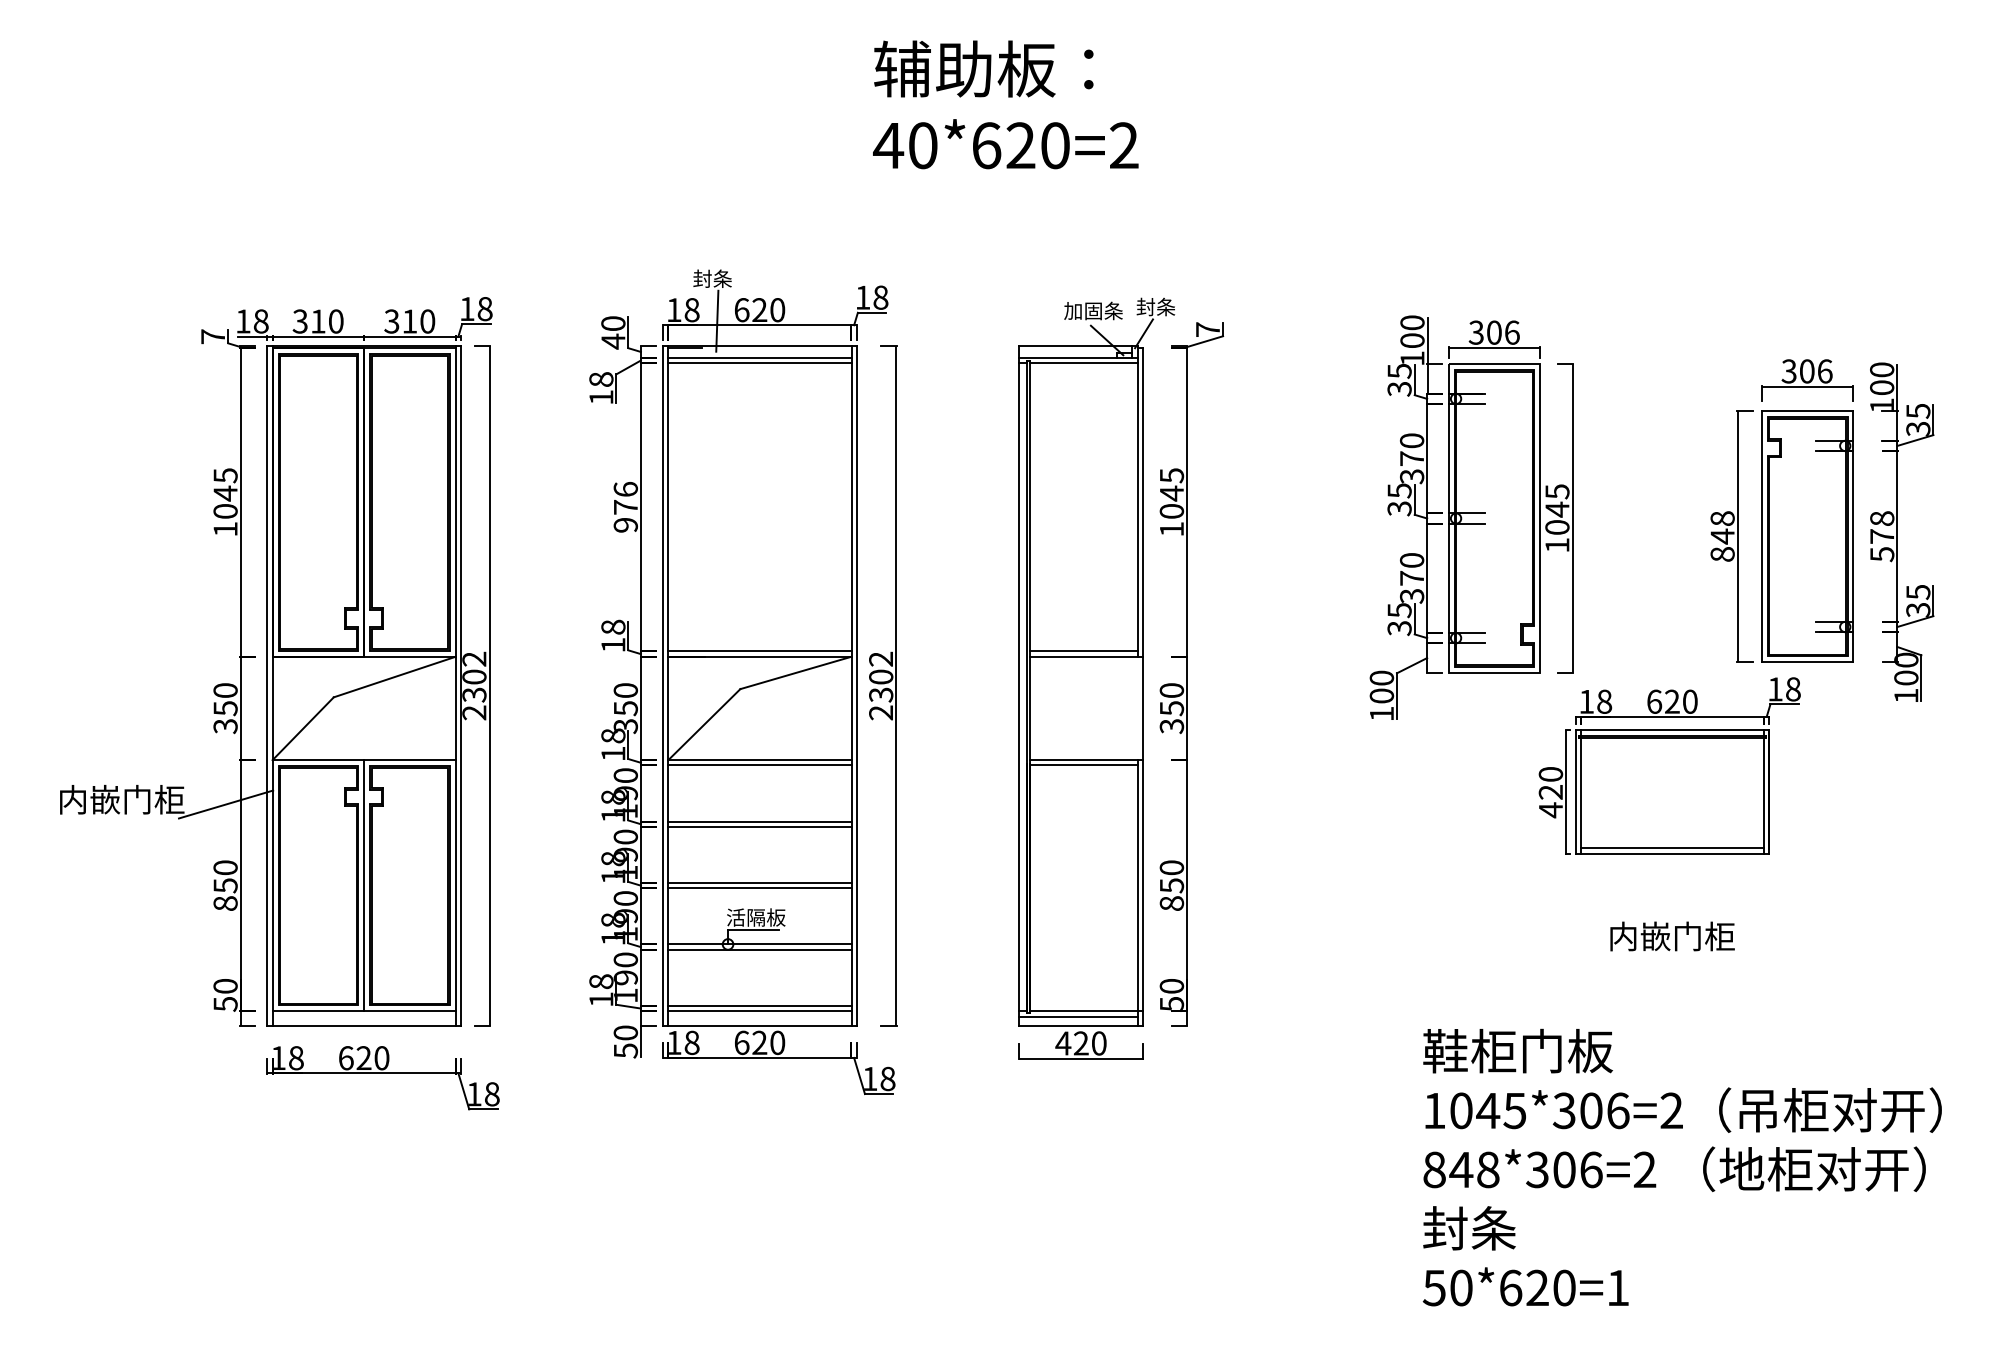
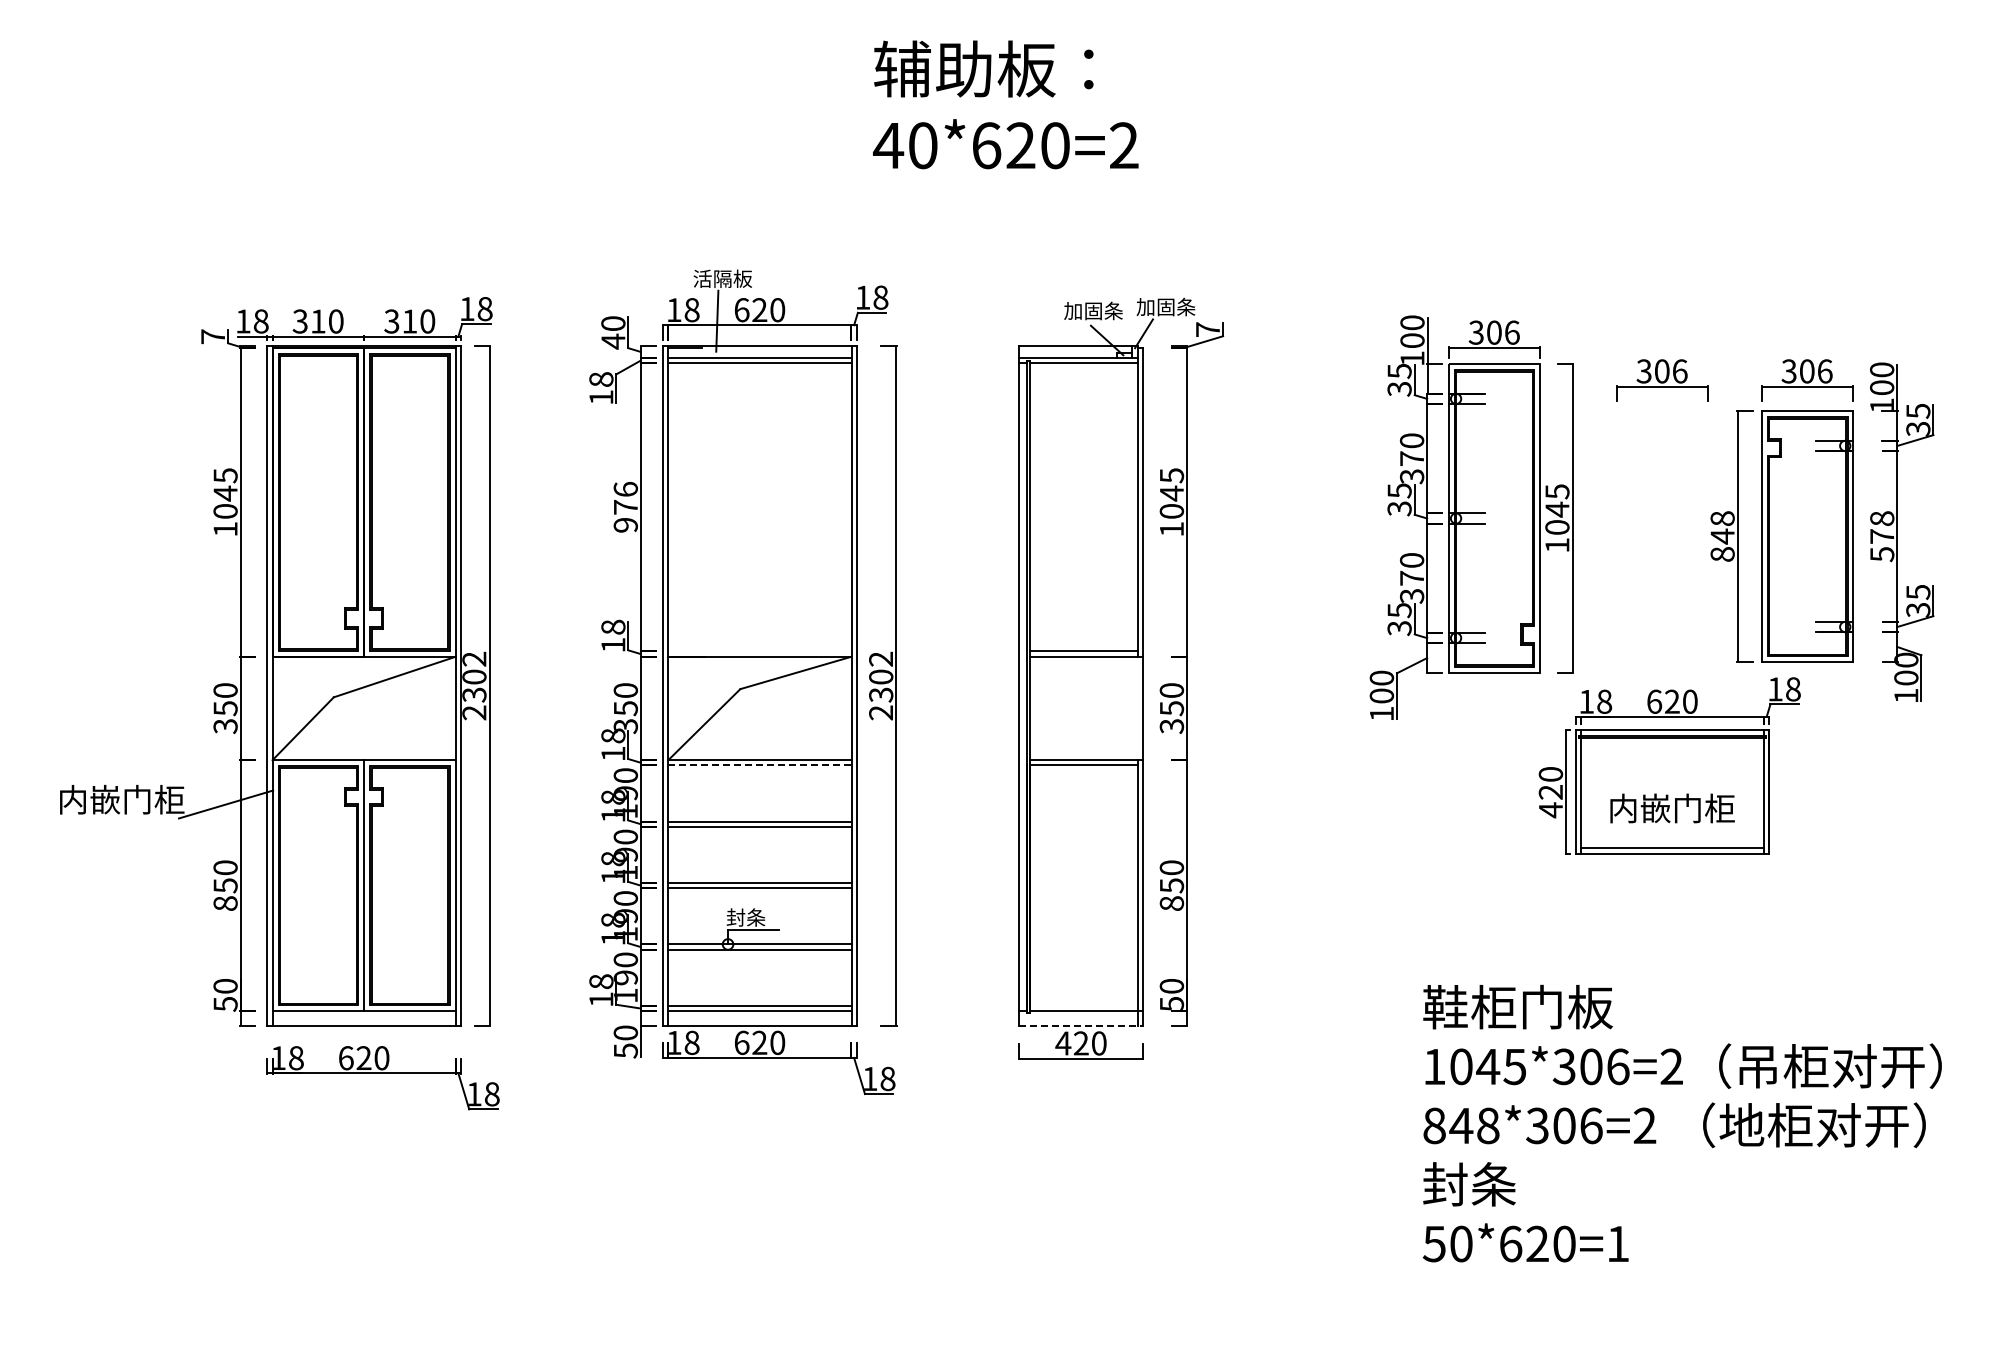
text at (722, 278): 封条 -> 活隔板
text at (1165, 306): 封条 -> 加固条
part at (1662, 380): none -> present
line at (759, 651): present -> none
line at (759, 765): solid -> dashed
text at (755, 917): 活隔板 -> 封条
text at (1672, 936) position: (1672, 936) -> (1672, 808)
line at (1078, 1016): present -> none
line at (1081, 1025): solid -> dashed
text at (1681, 1167) position: (1681, 1167) -> (1681, 1123)
